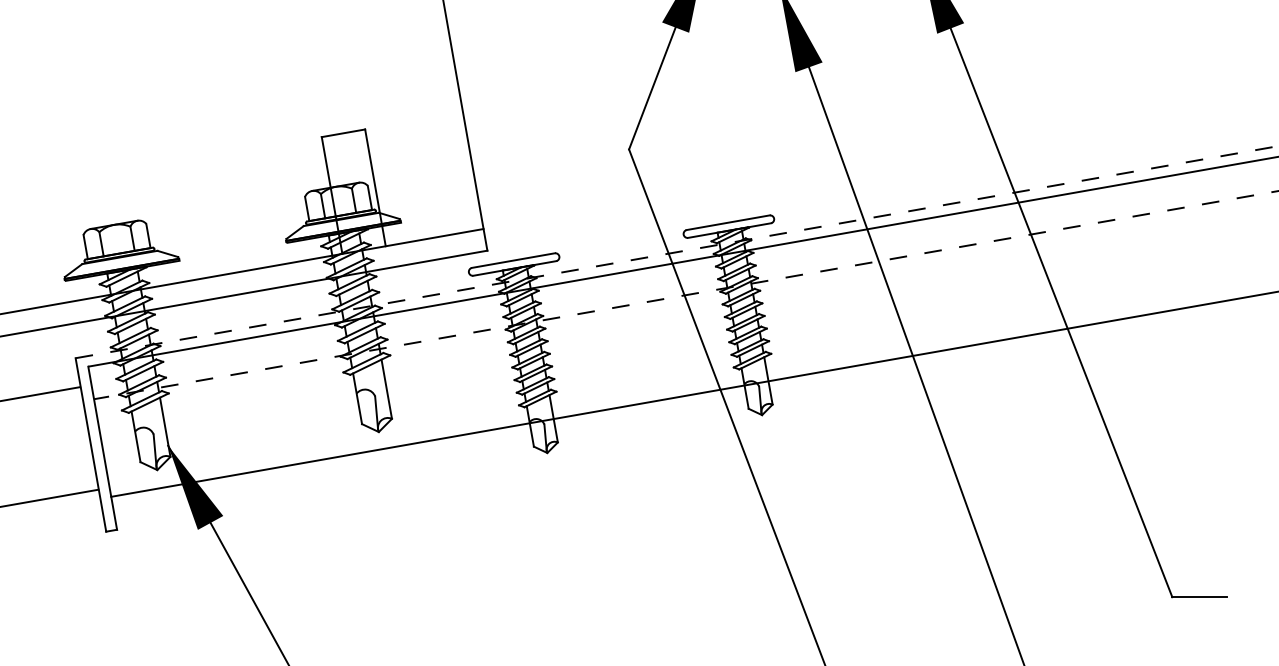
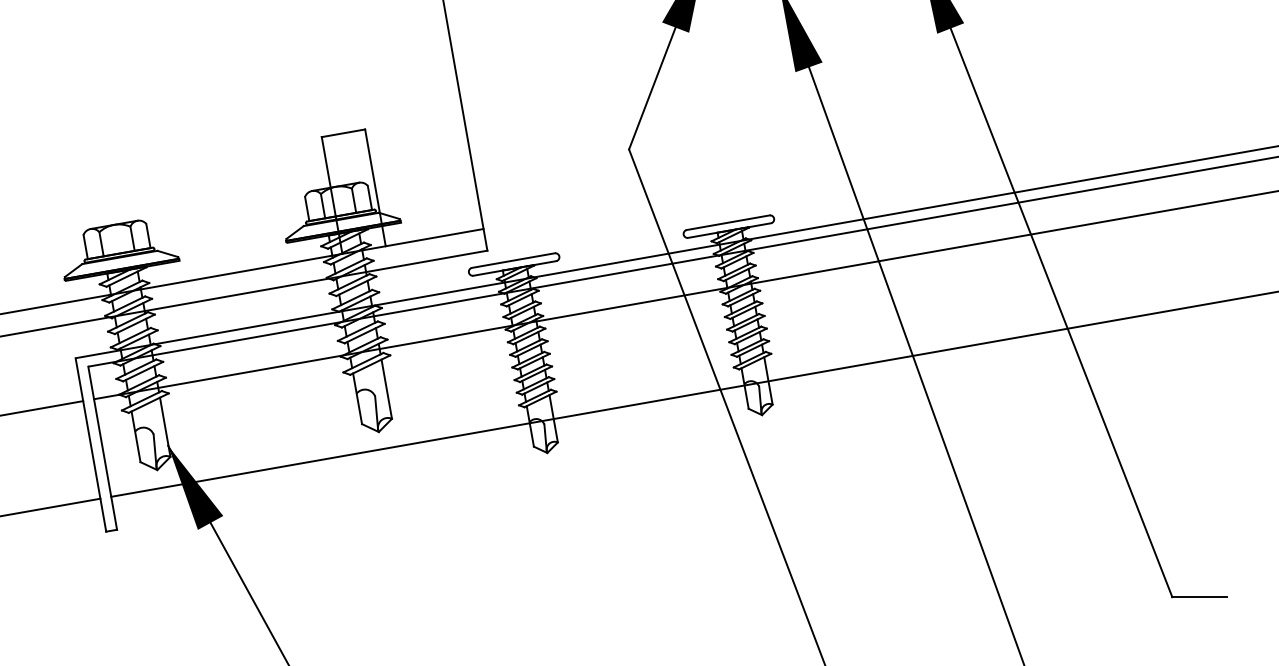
line at (677, 252): dashed -> solid
line at (685, 295): dashed -> solid
line at (41, 393) position: (41, 393) -> (42, 408)
line at (50, 497) position: (50, 497) -> (51, 506)
